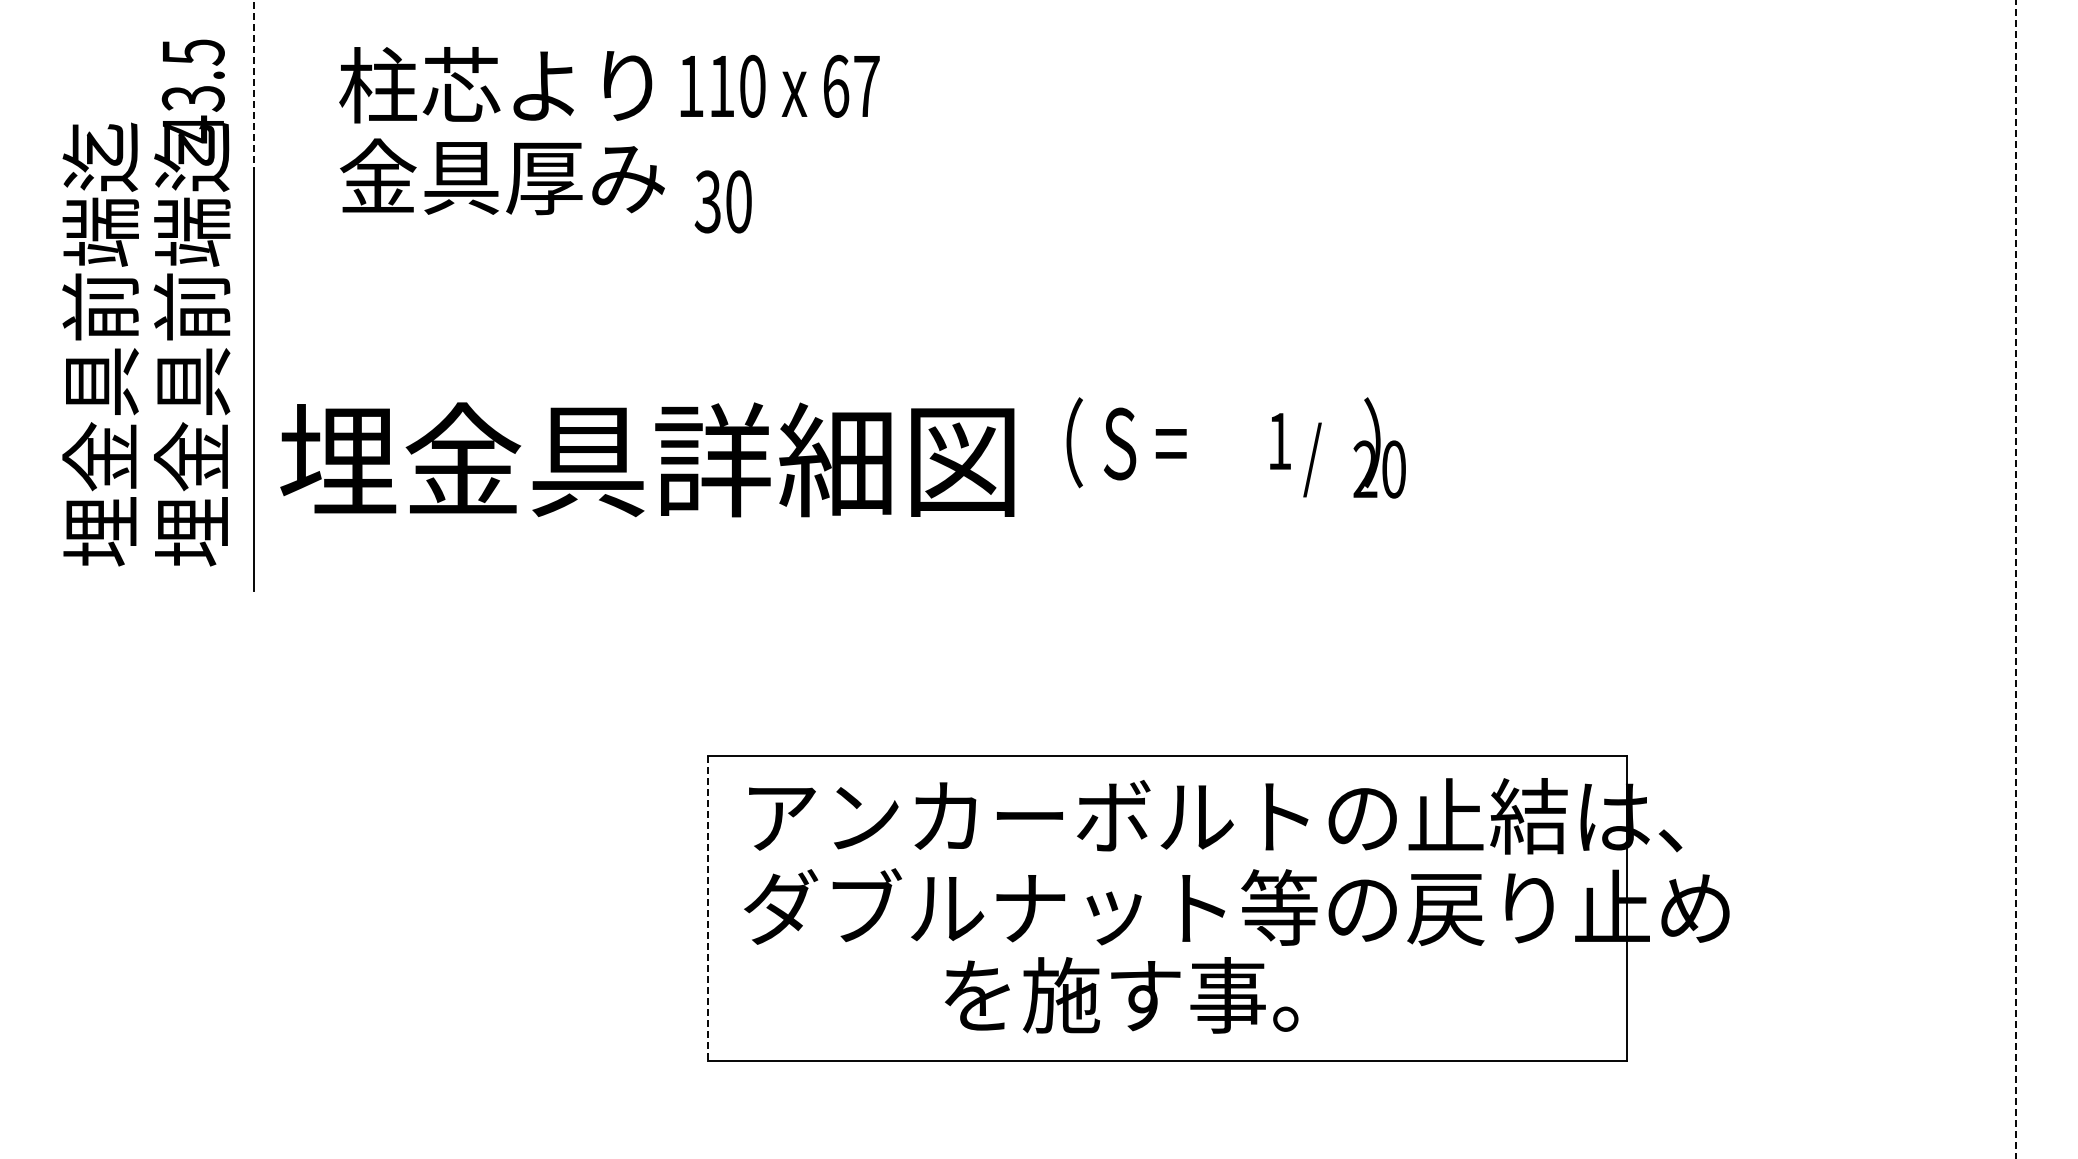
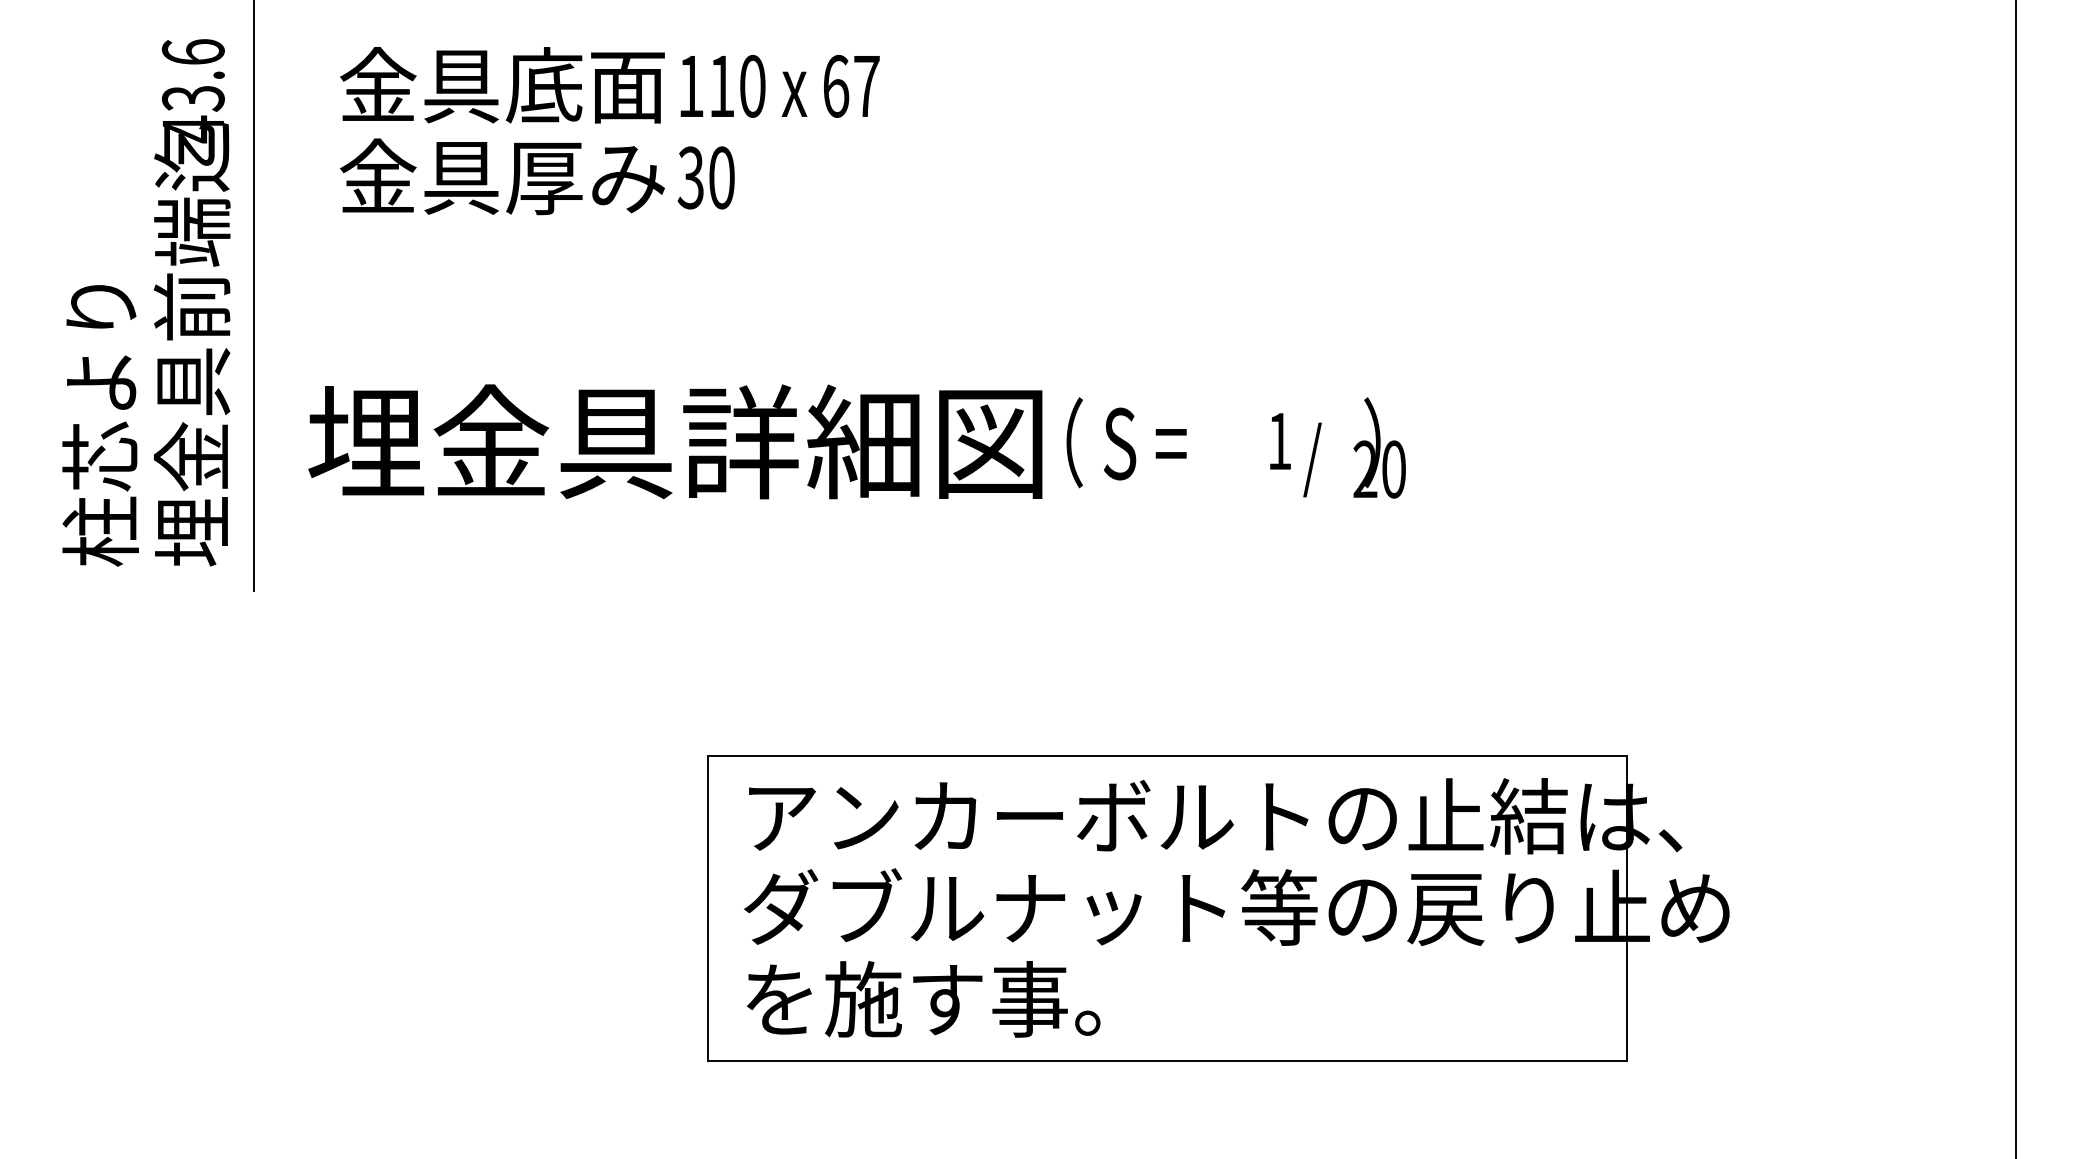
text at (192, 52): 43.5 -> 43.6
line at (254, 85): dashed -> solid
text at (501, 85): 柱芯より -> 金具底面
text at (722, 201) position: (722, 201) -> (705, 177)
text at (100, 344): 埋金具前端迄 -> 柱芯より
text at (647, 459) position: (647, 459) -> (675, 441)
line at (2015, 578): dashed -> solid
line at (708, 908): dashed -> solid
text at (1121, 995) position: (1121, 995) -> (923, 999)
